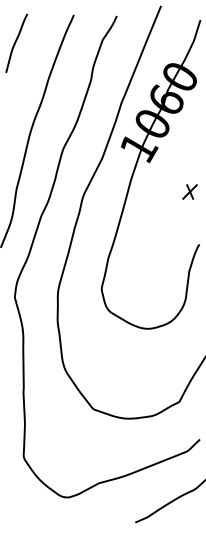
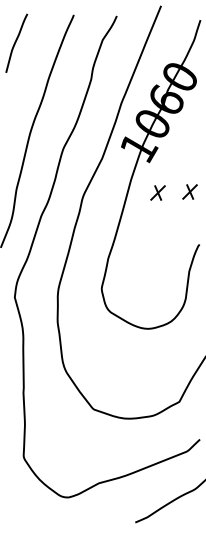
part at (157, 192): none -> present
